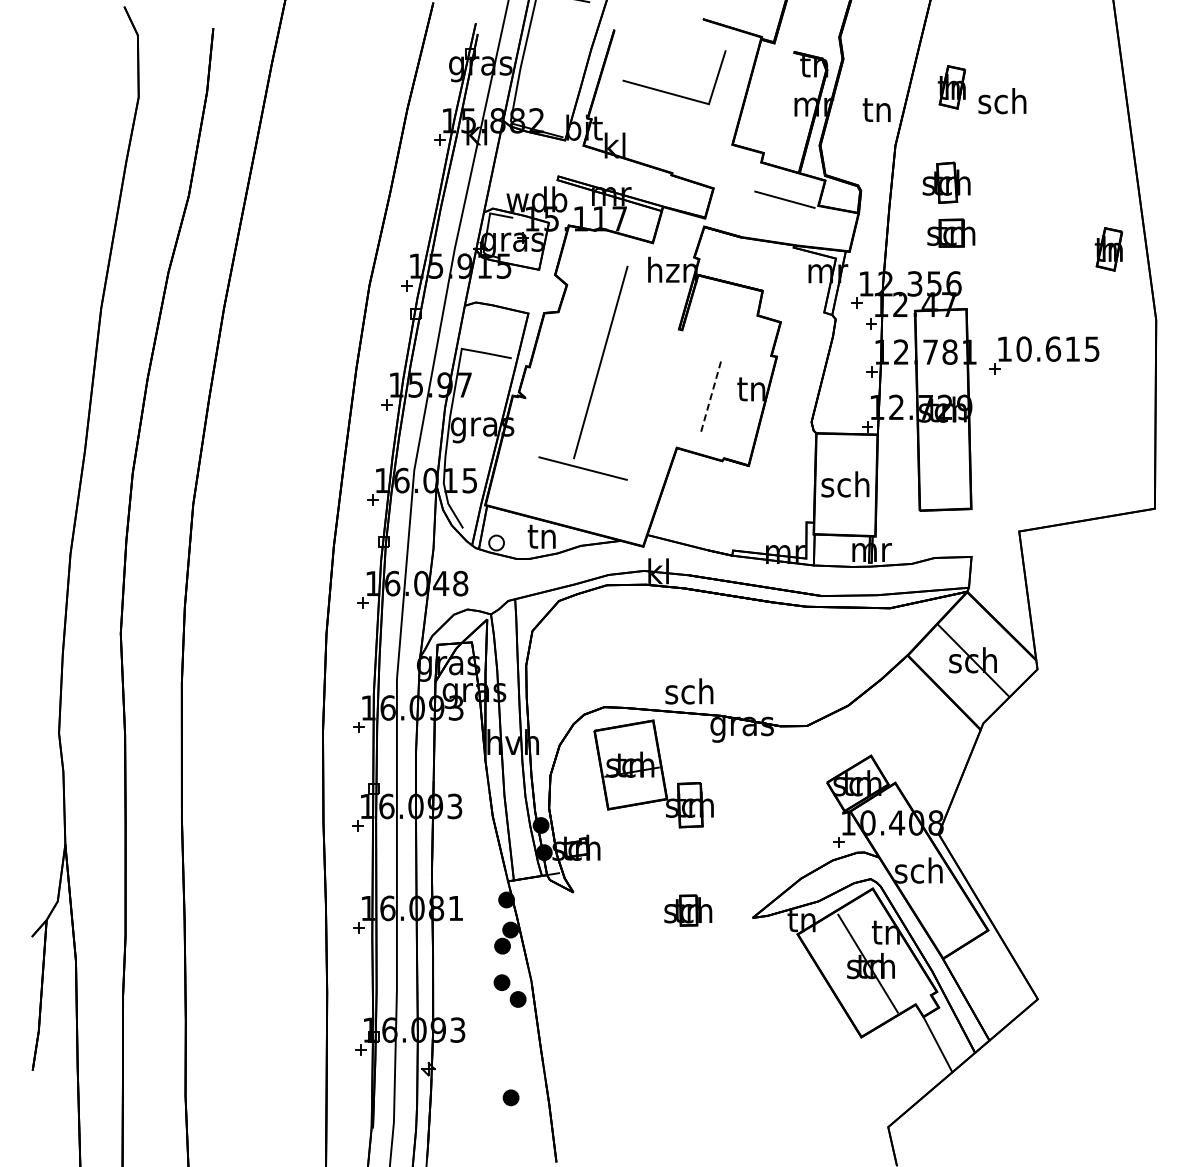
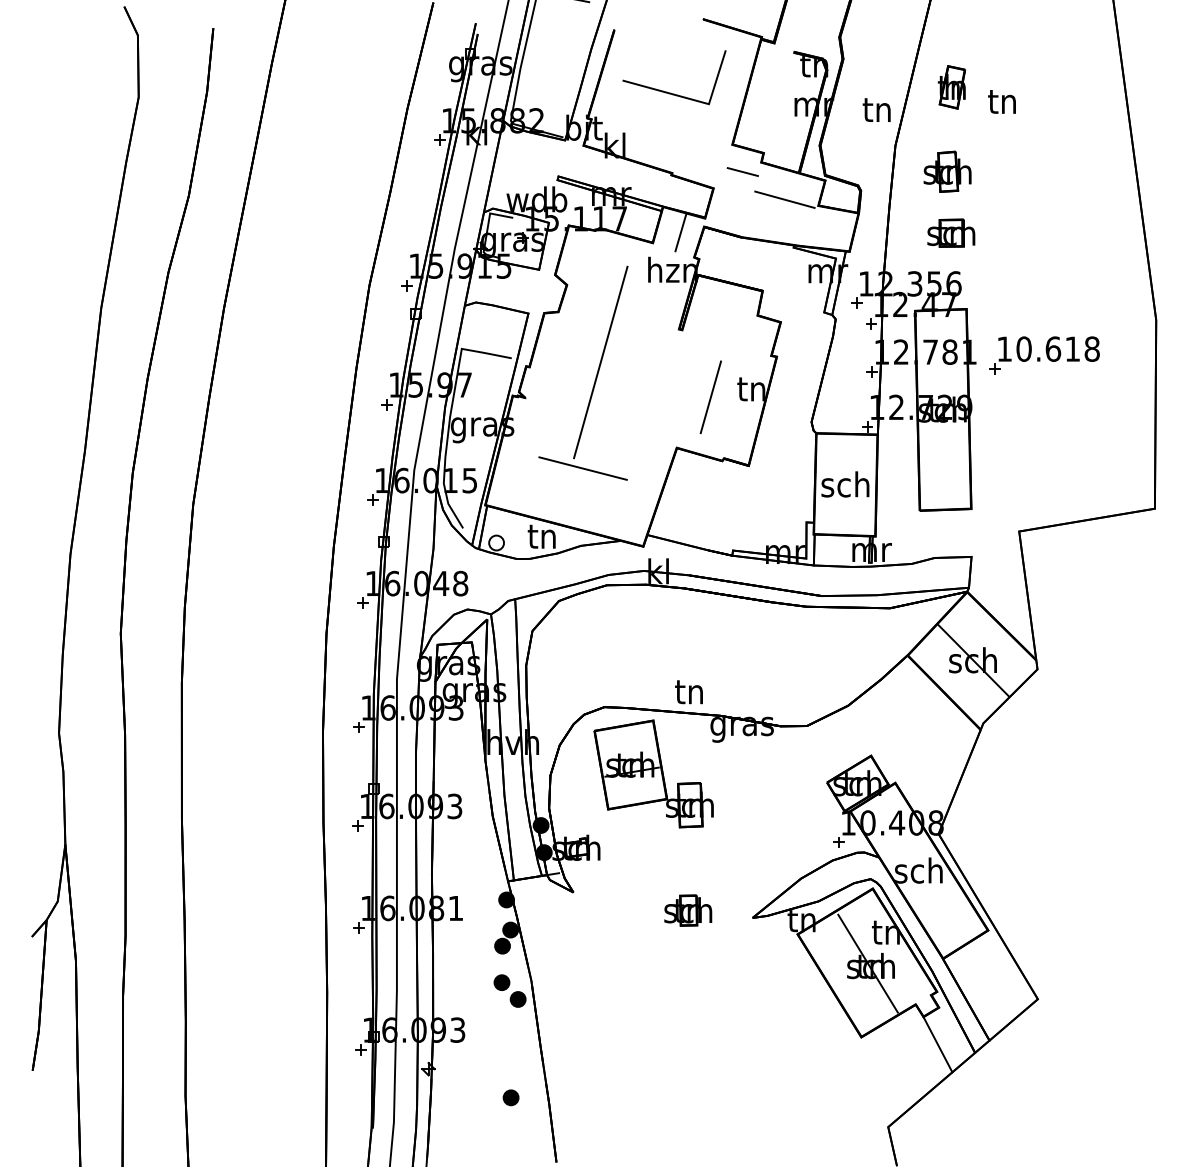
text at (1002, 101): sch -> tn
line at (742, 172): none -> present
part at (946, 182) position: (946, 182) -> (947, 171)
line at (680, 232): none -> present
part at (1108, 249): present -> none
text at (1091, 348): 10.615 -> 10.618
line at (710, 397): dashed -> solid
text at (689, 691): sch -> tn
